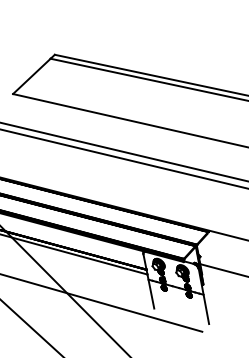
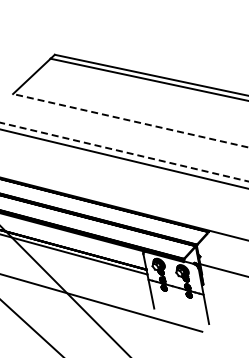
line at (130, 120): solid -> dashed
line at (124, 152): solid -> dashed
